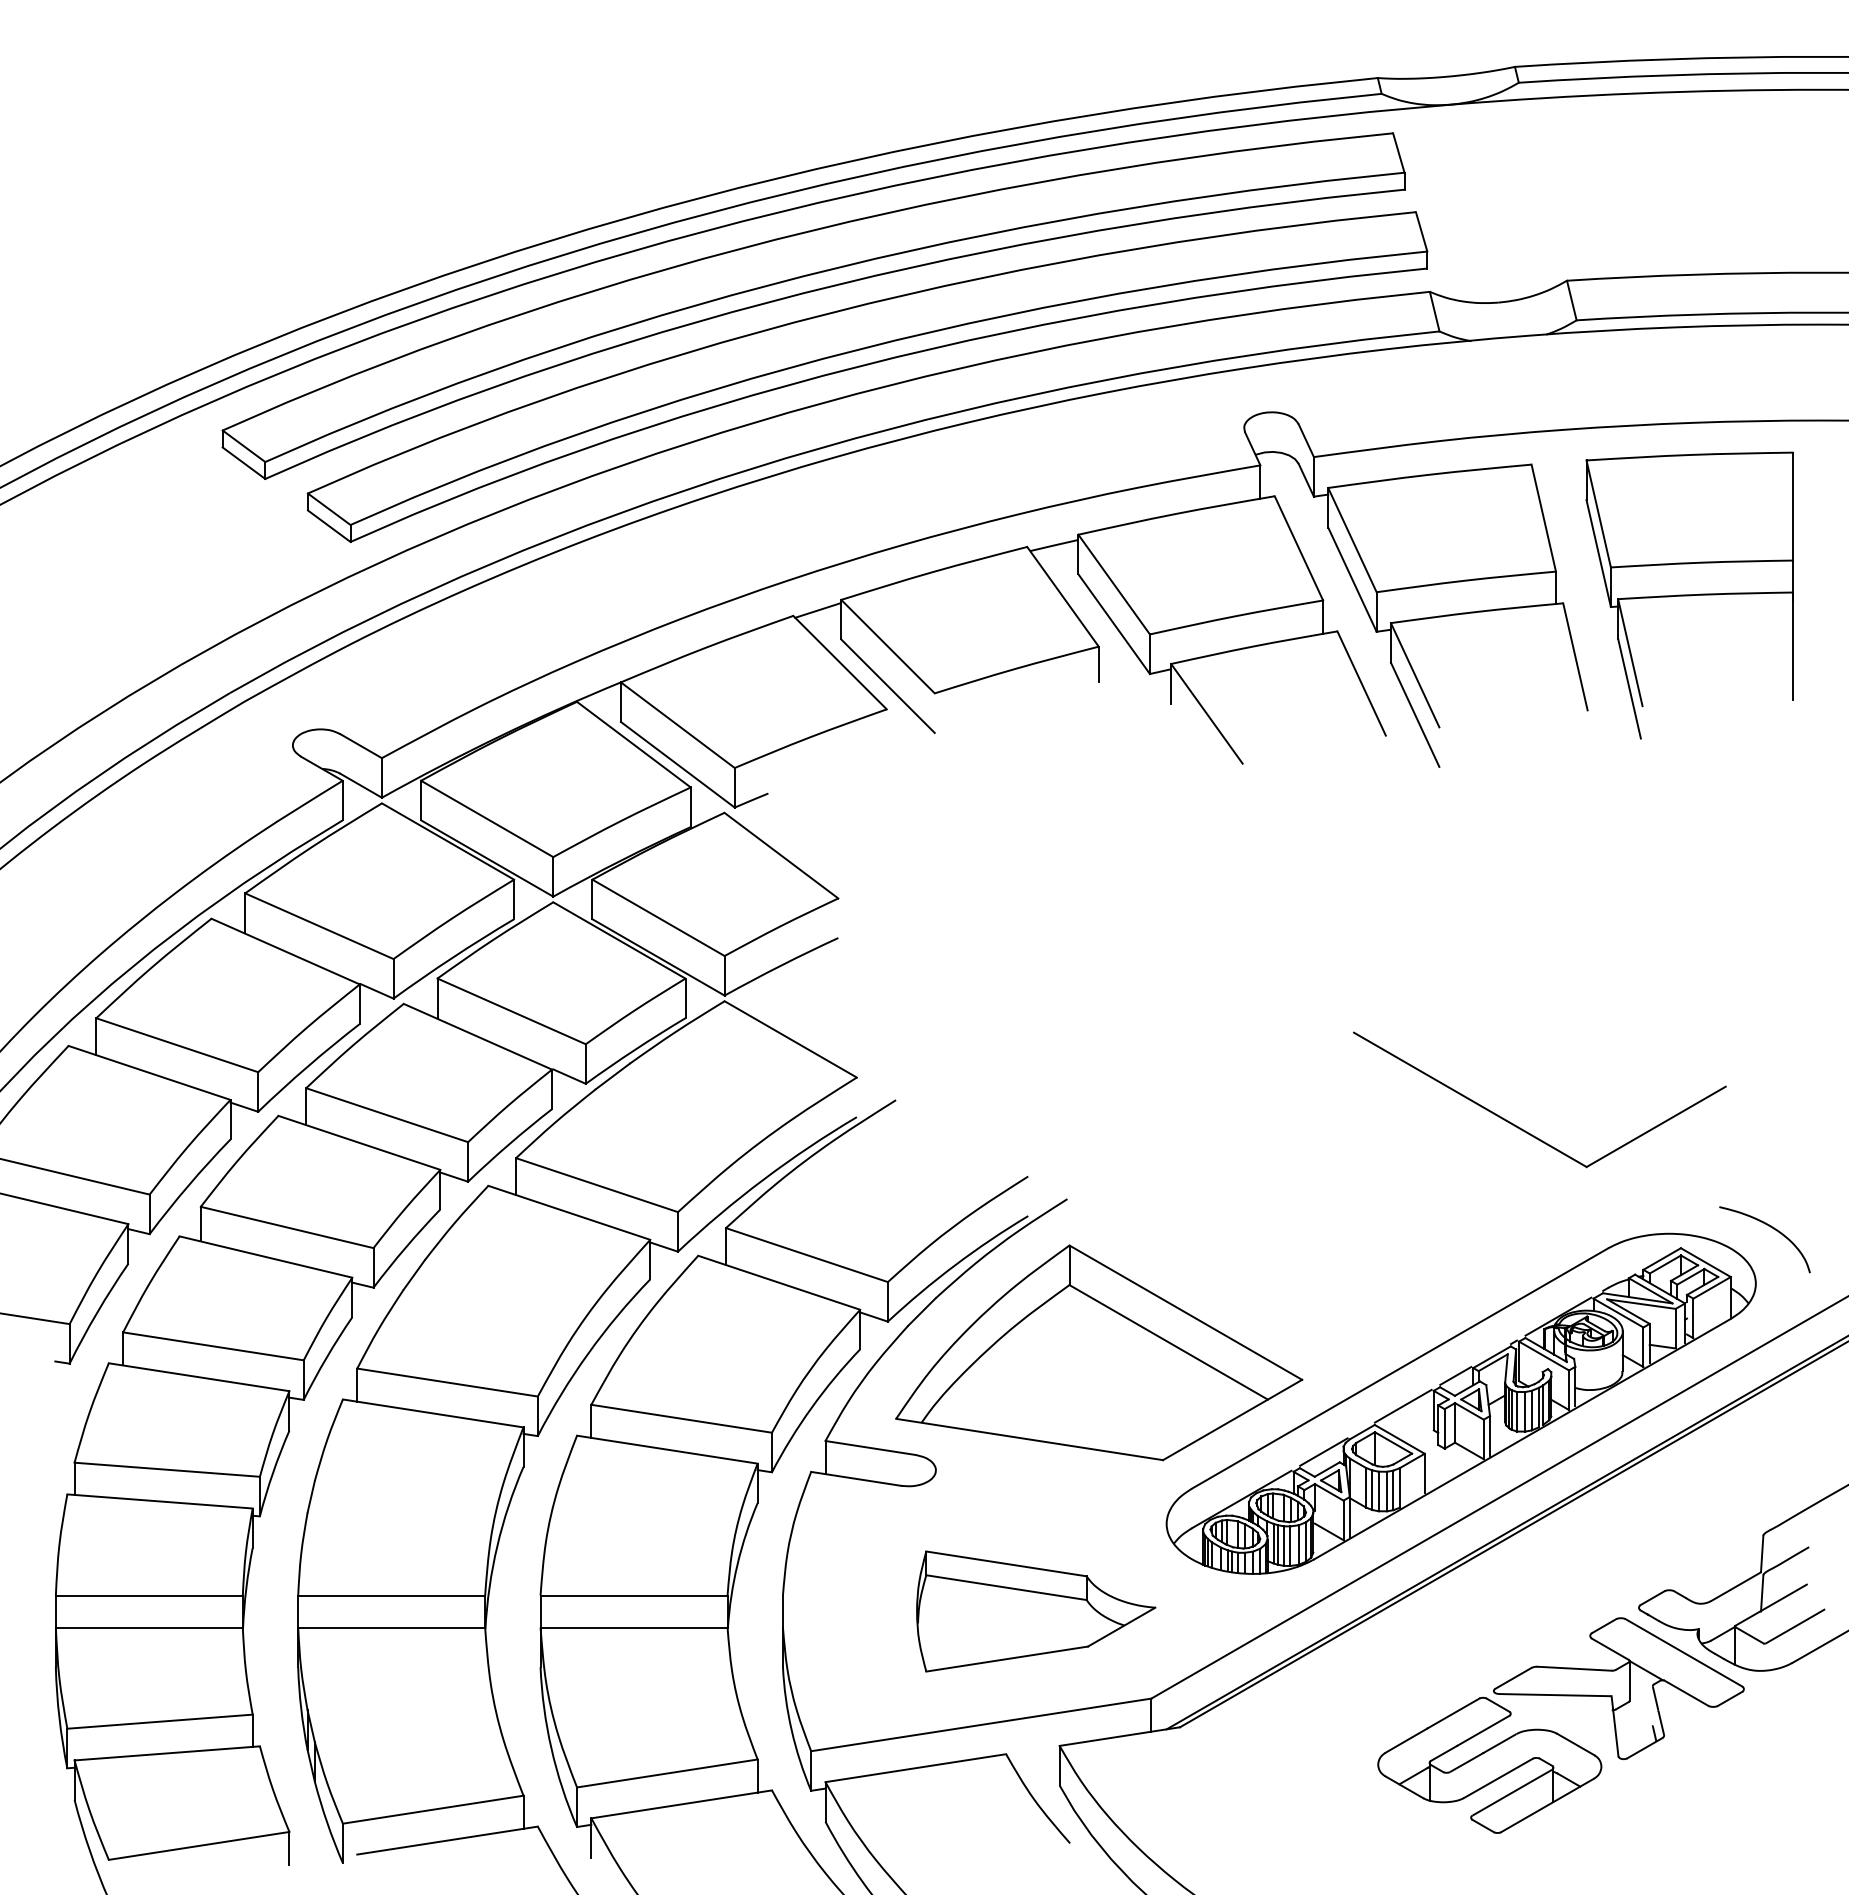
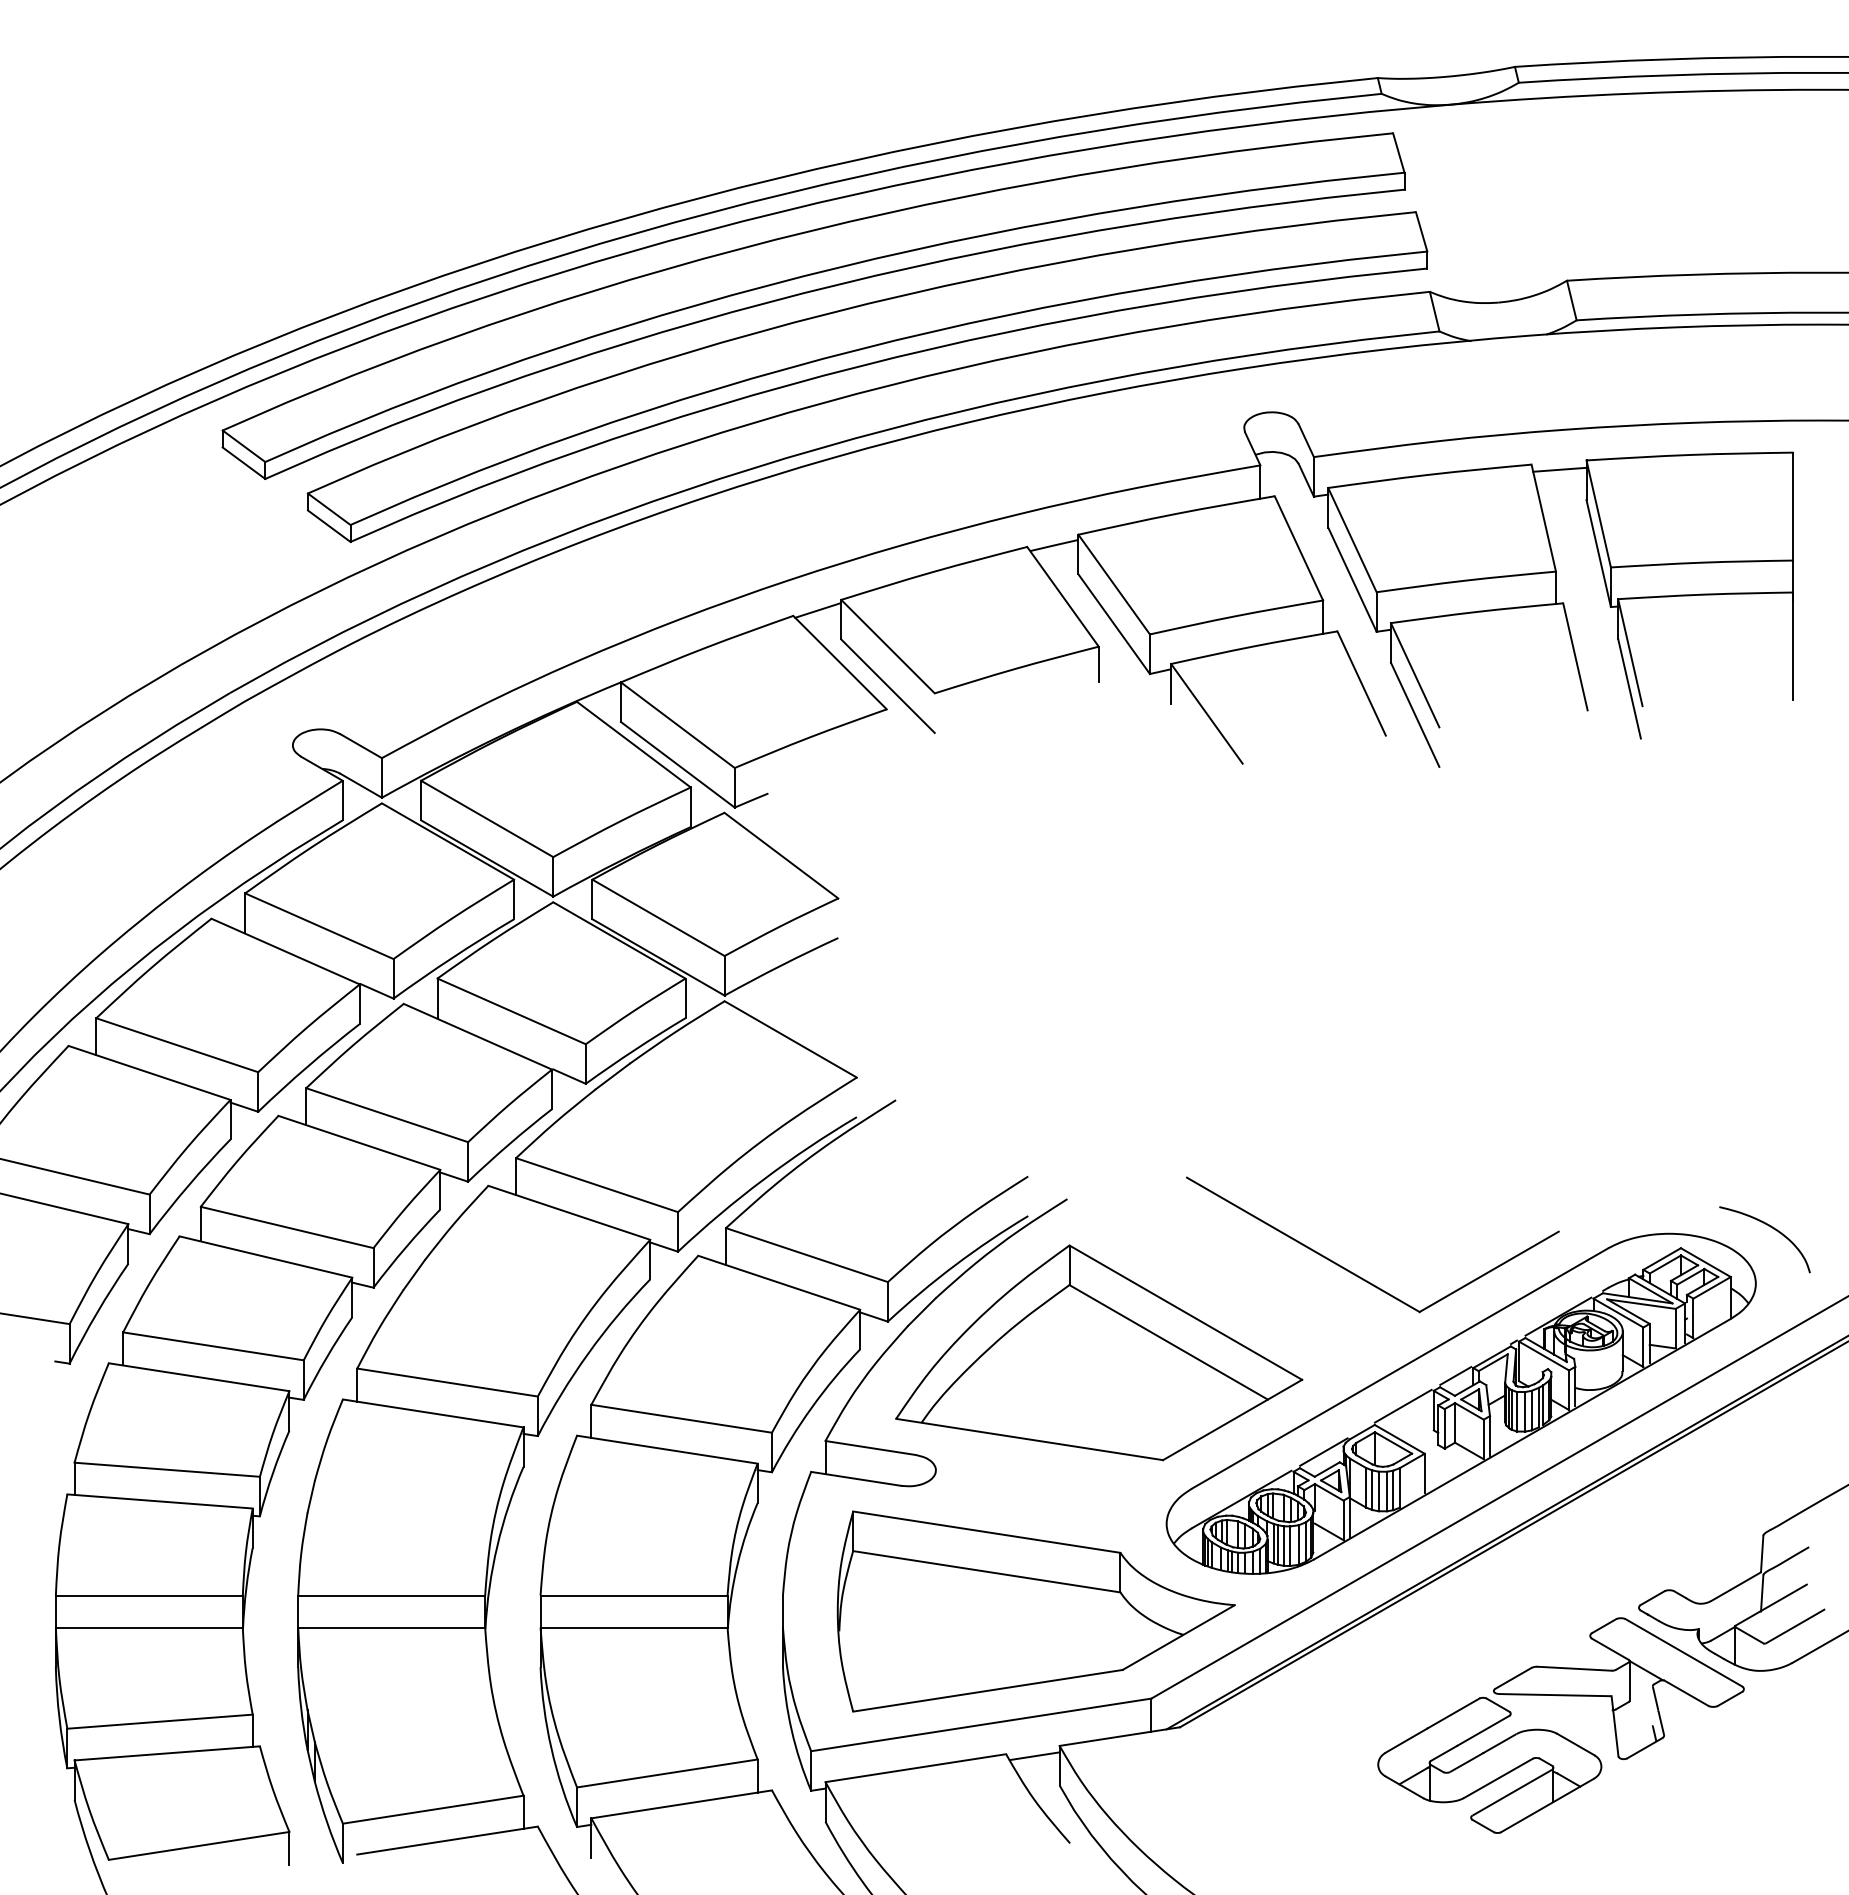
line at (1559, 469): none -> present
part at (1522, 1128) position: (1522, 1128) -> (1355, 1273)
part at (1036, 1611) size: 241x123 px -> 400x203 px
line at (1034, 1756): none -> present
